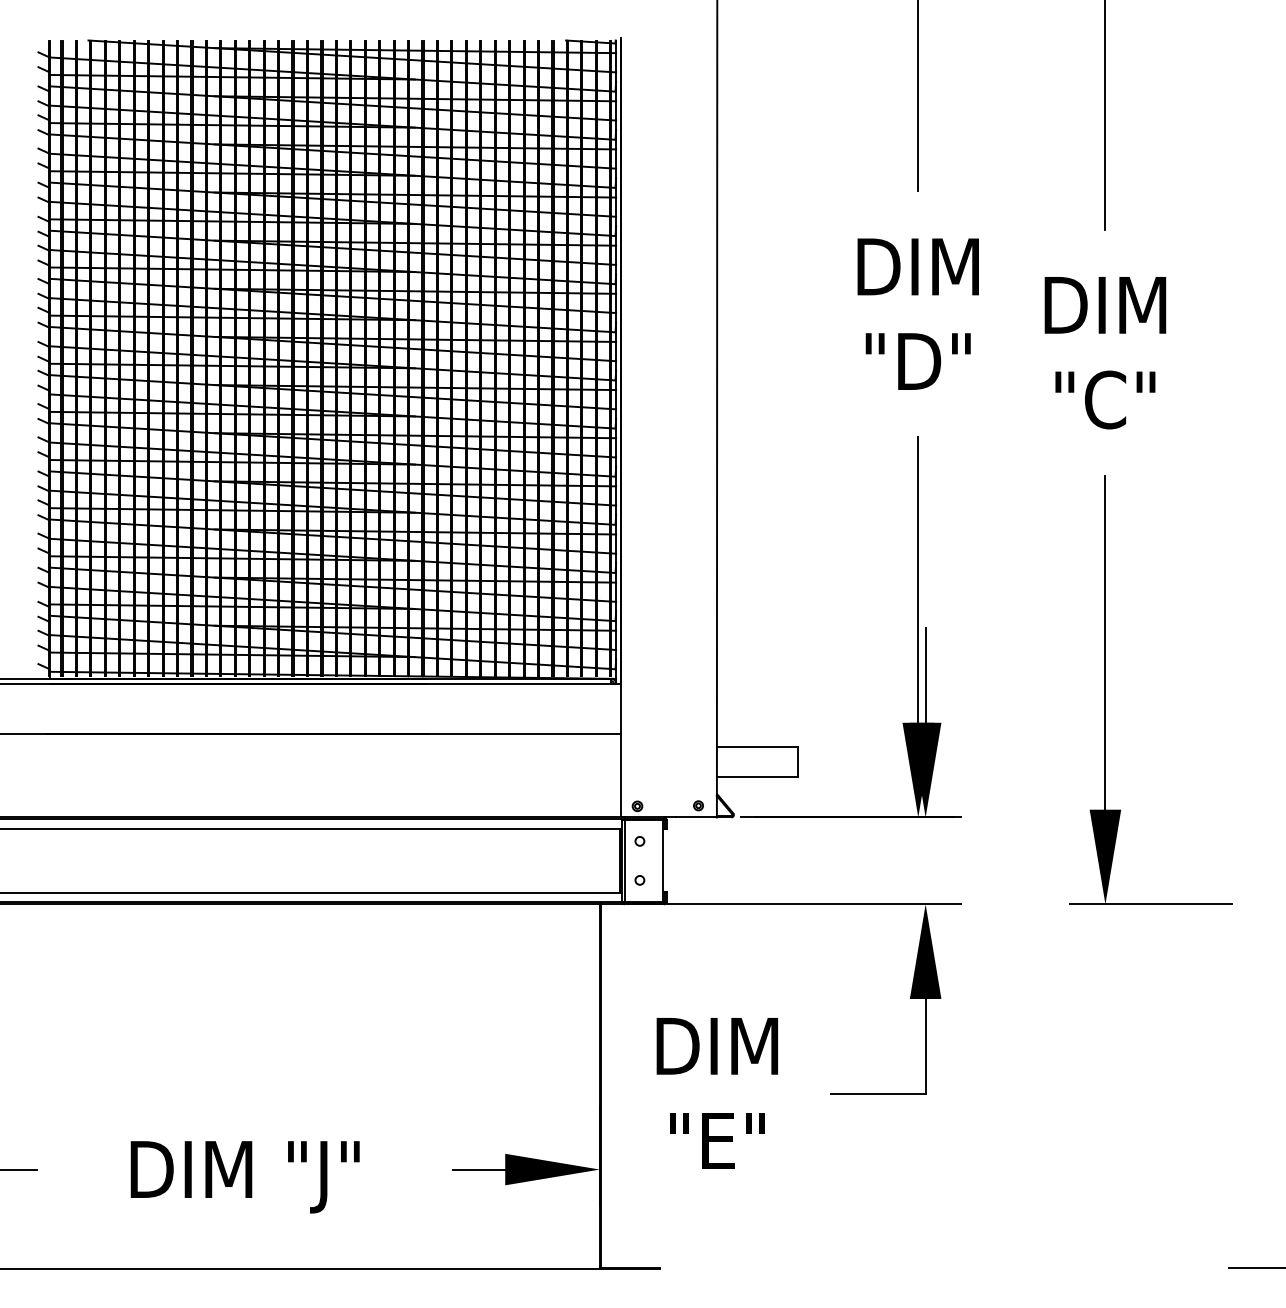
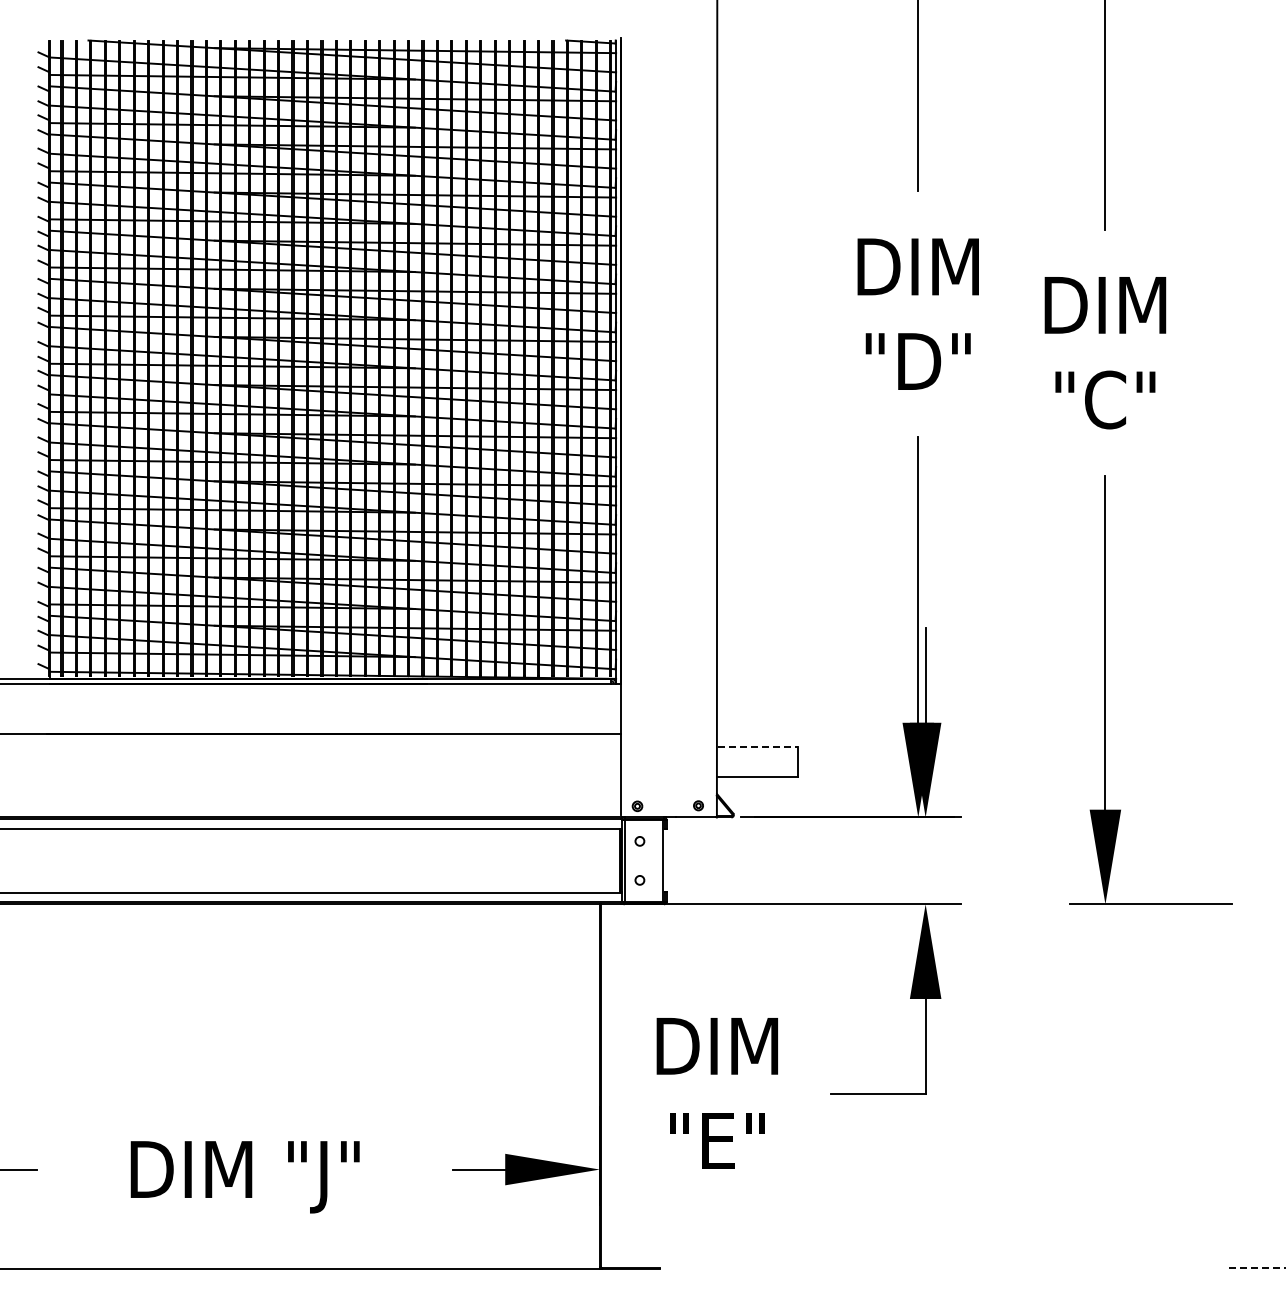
line at (757, 746): solid -> dashed
line at (1258, 1267): solid -> dashed
